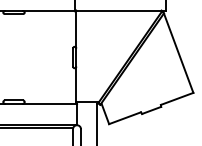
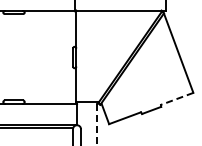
line at (176, 99): solid -> dashed
line at (97, 124): solid -> dashed
